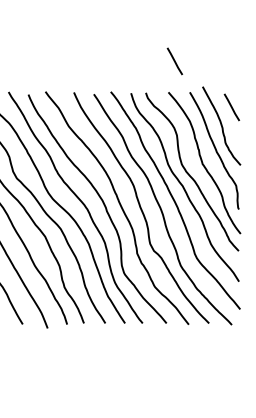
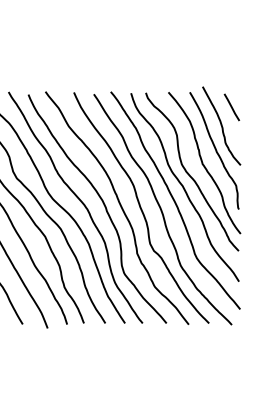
line at (174, 61): present -> none
